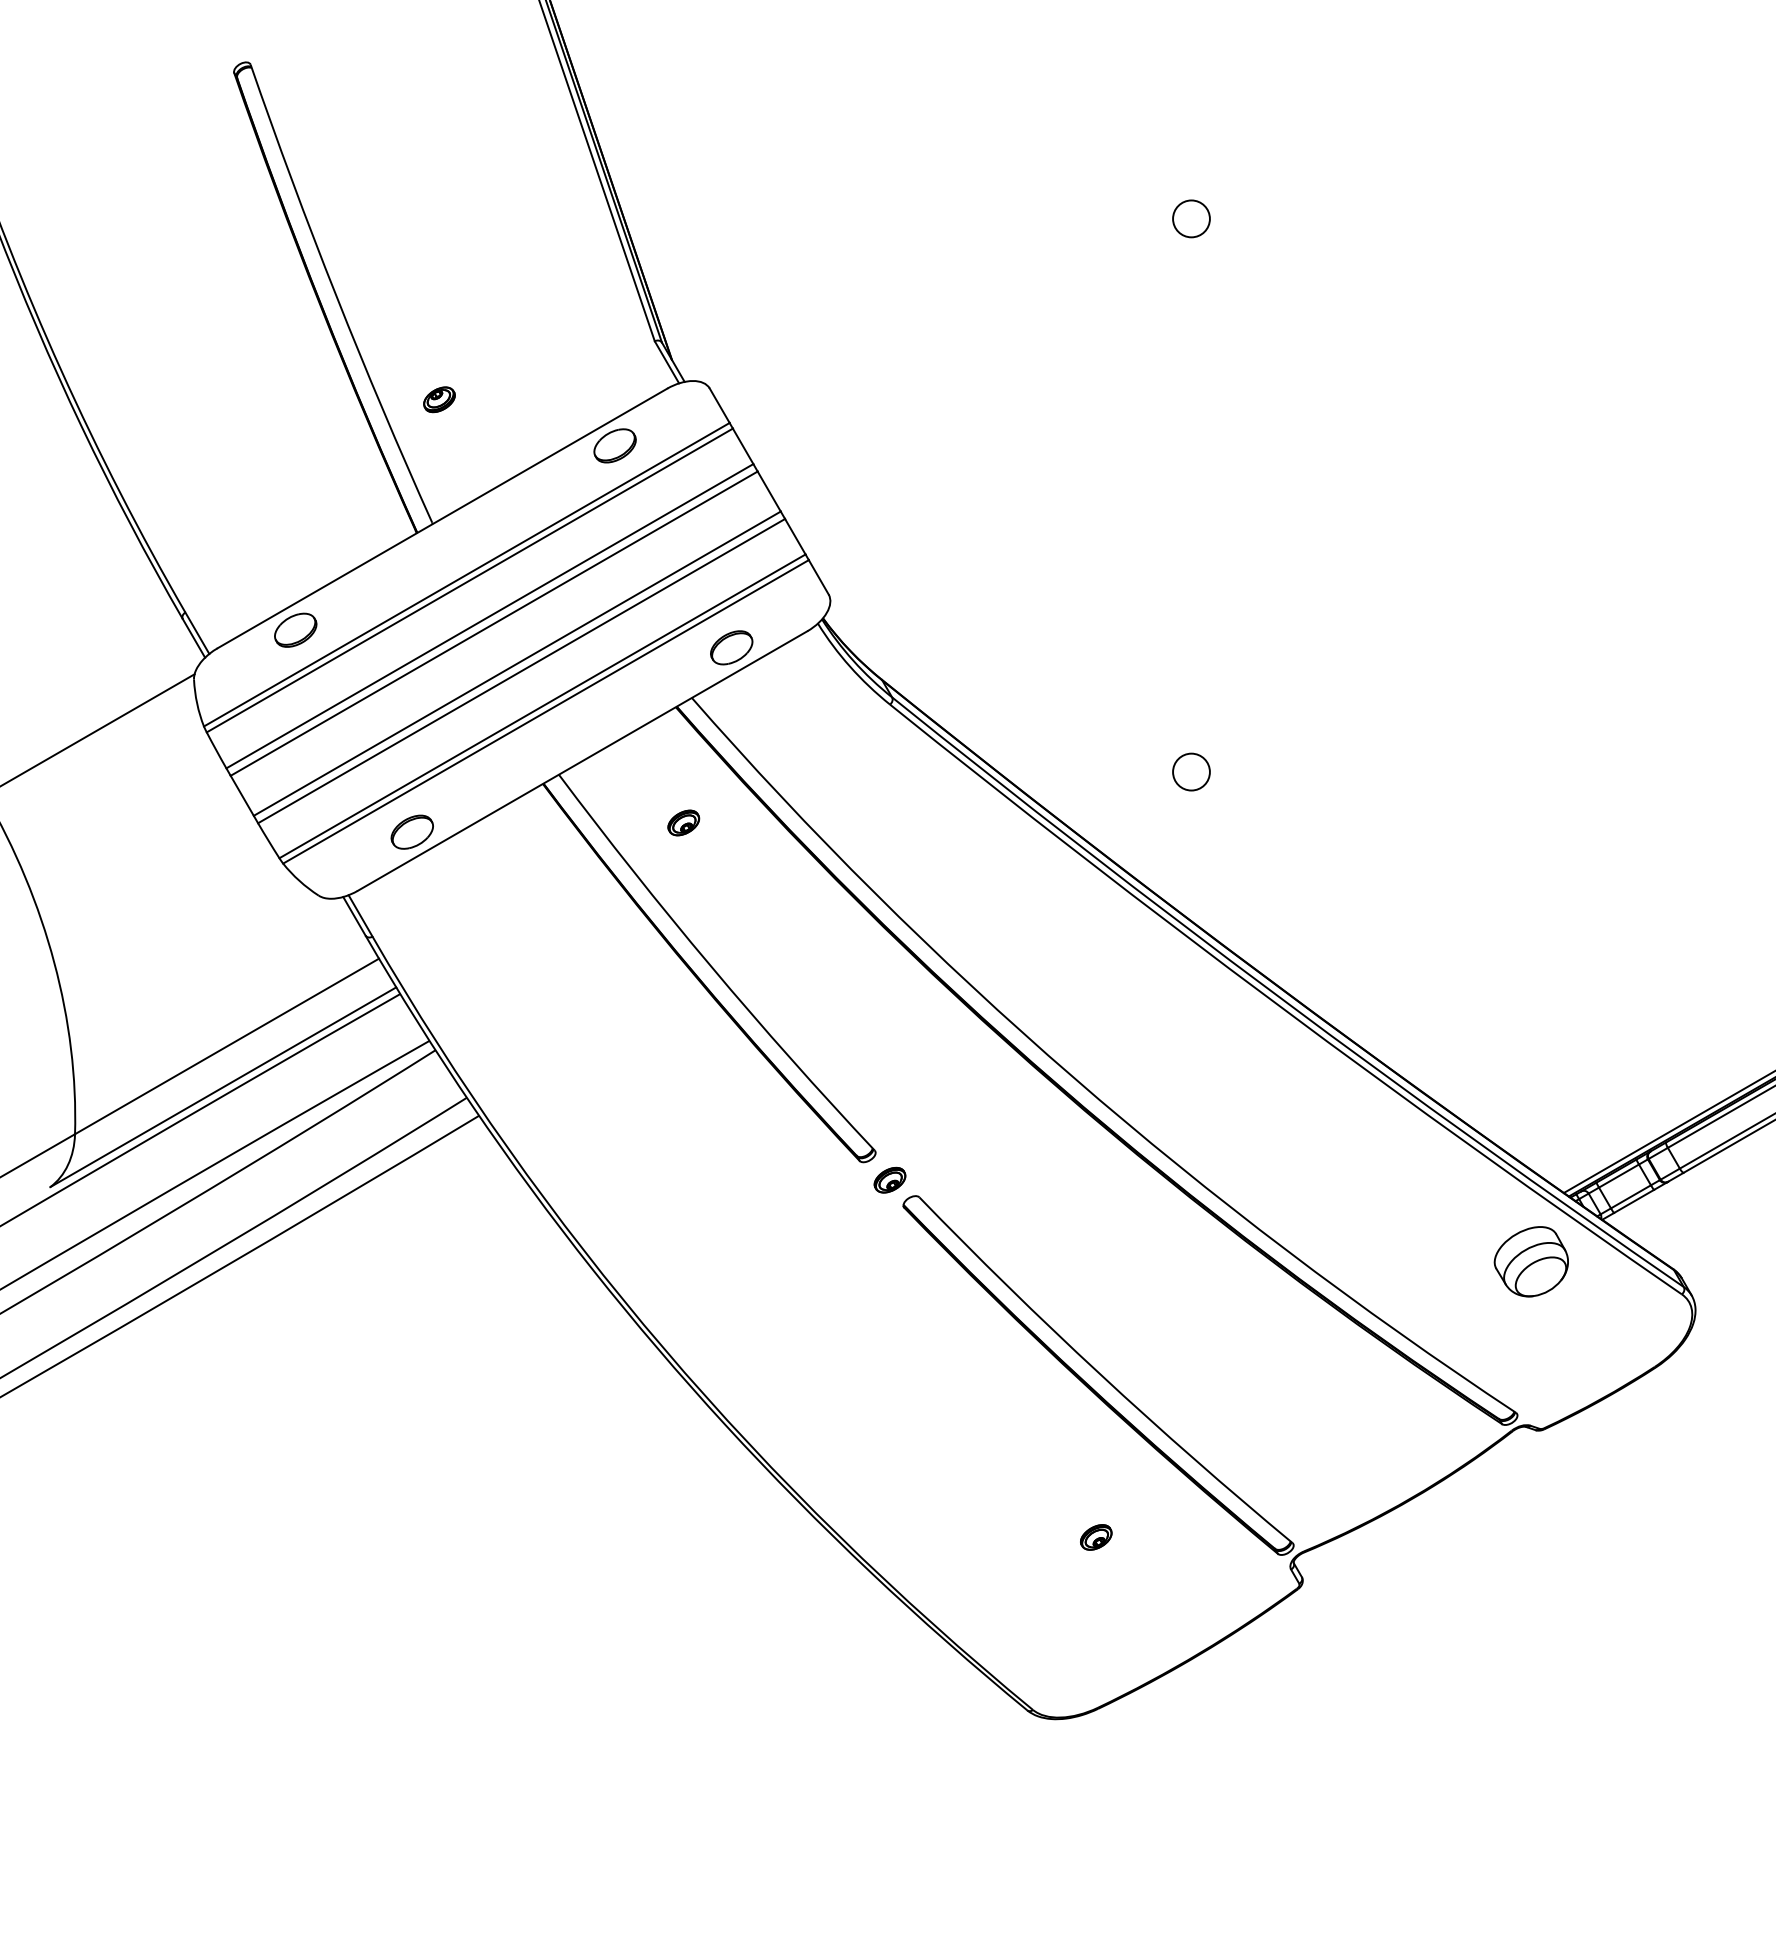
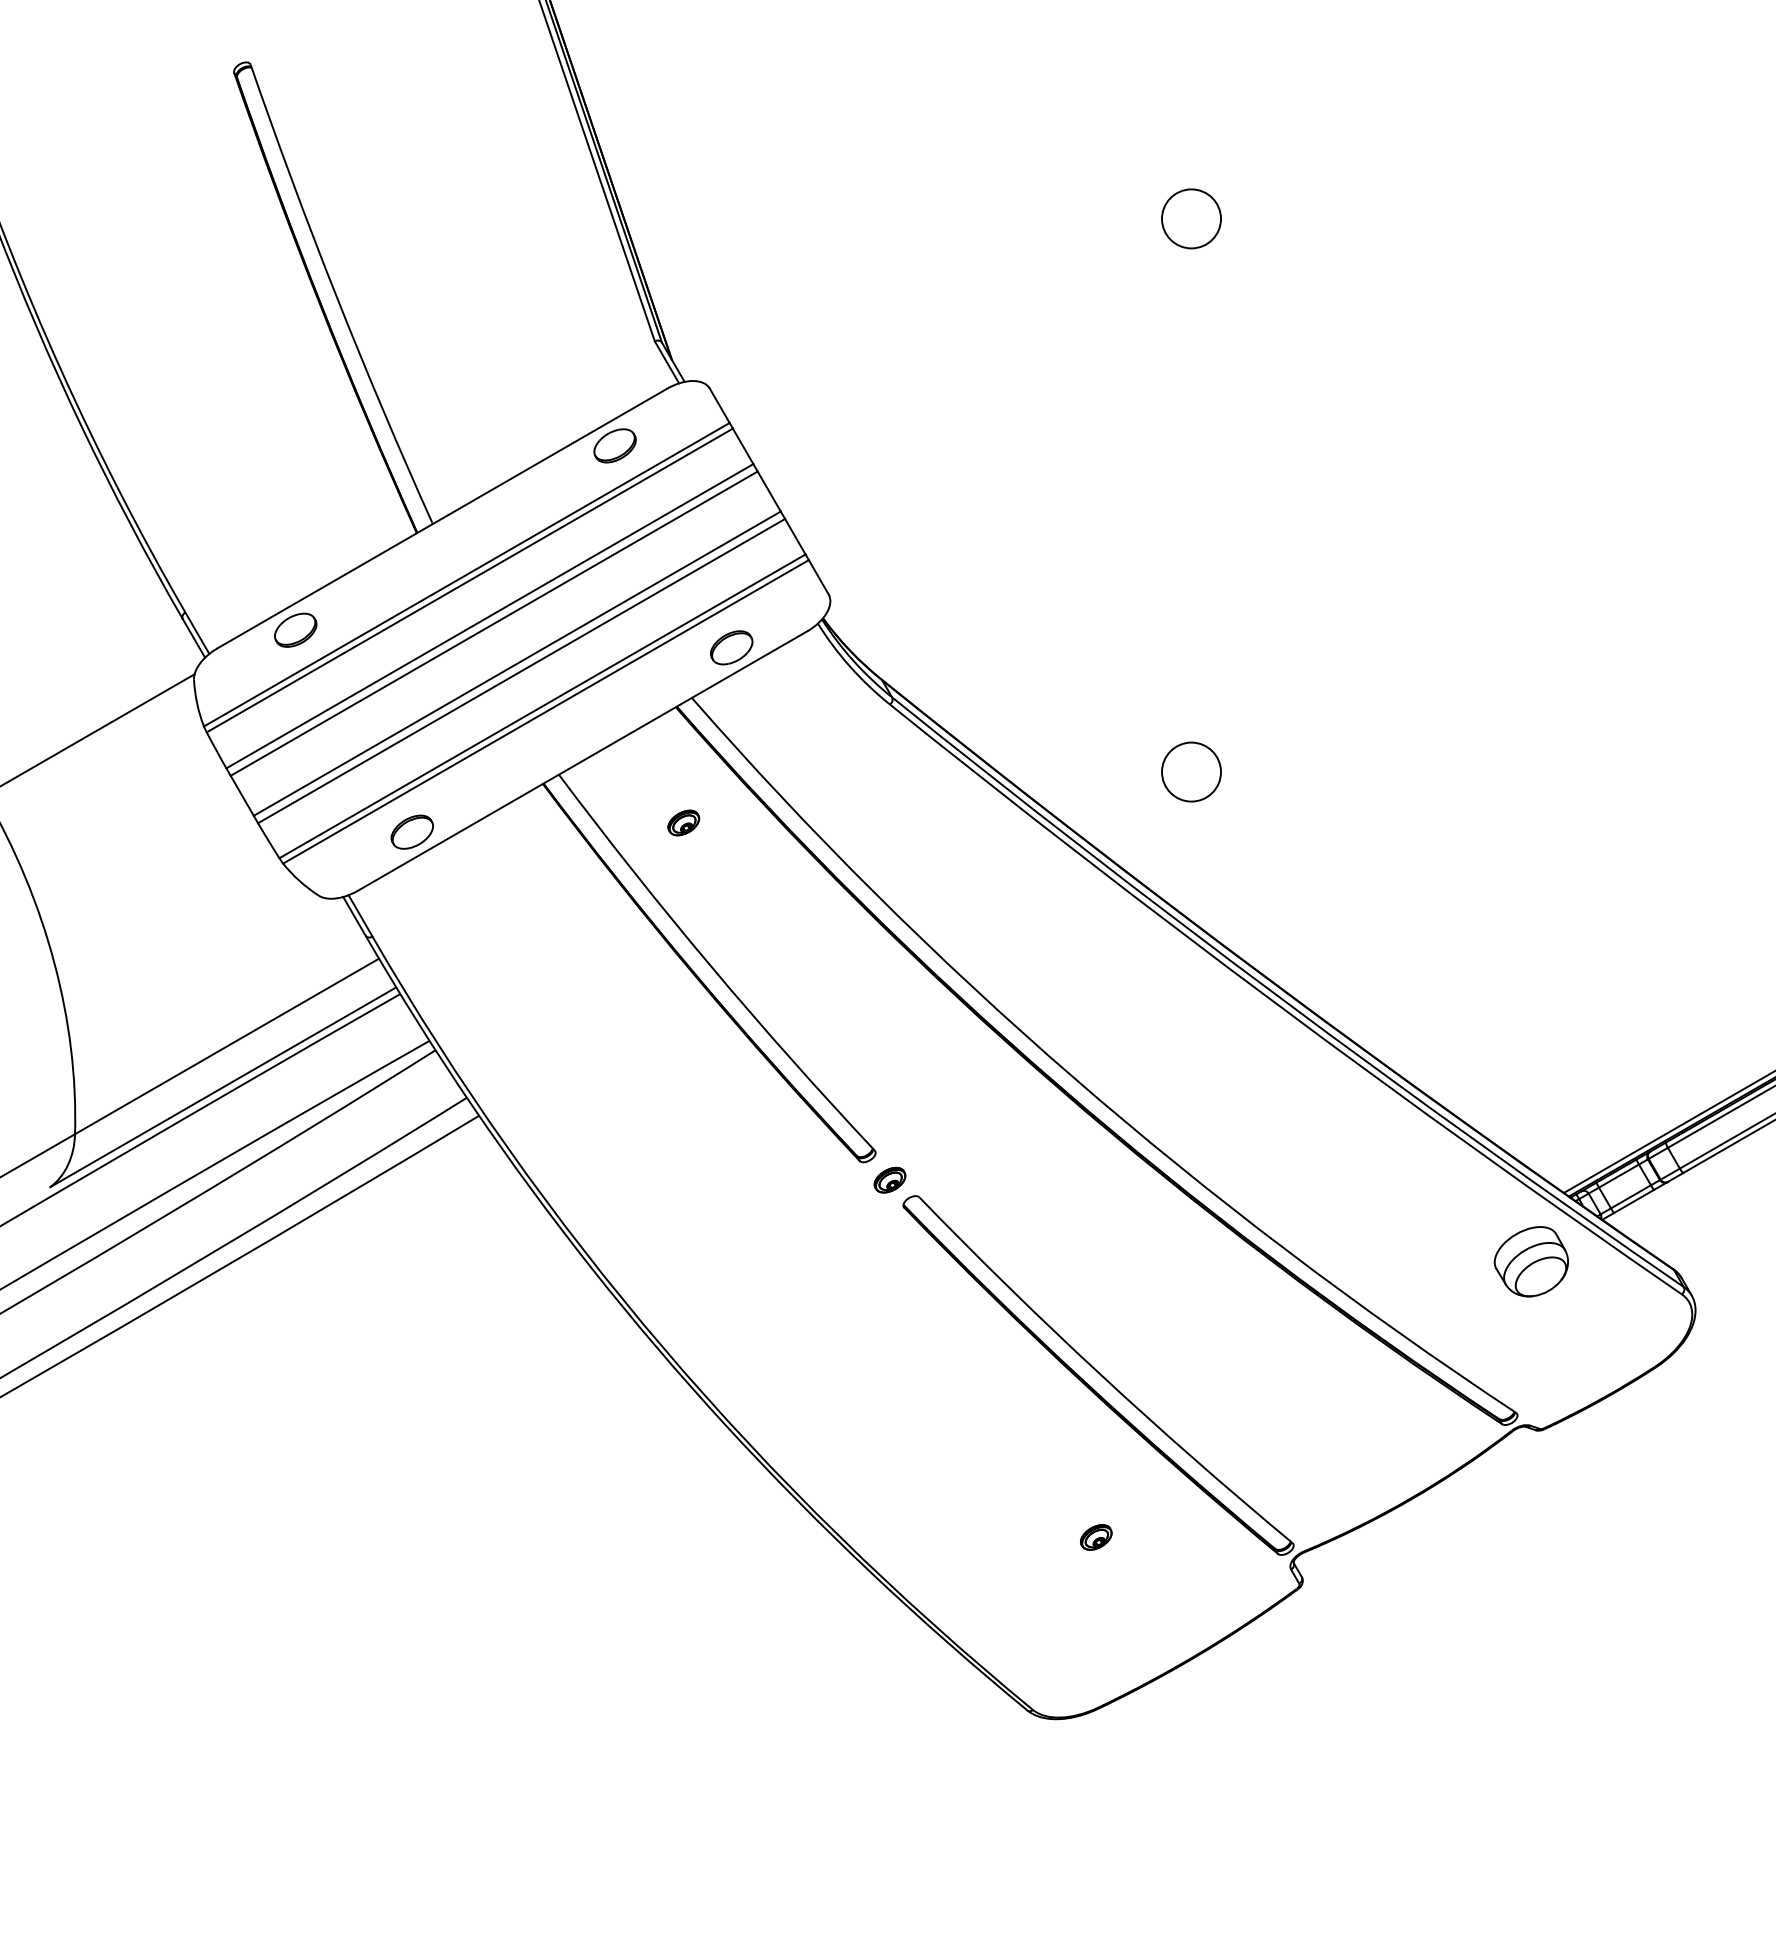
circle at (1191, 218) diameter: 37 px -> 59 px
part at (439, 399): present -> none
circle at (1191, 771) diameter: 37 px -> 59 px
